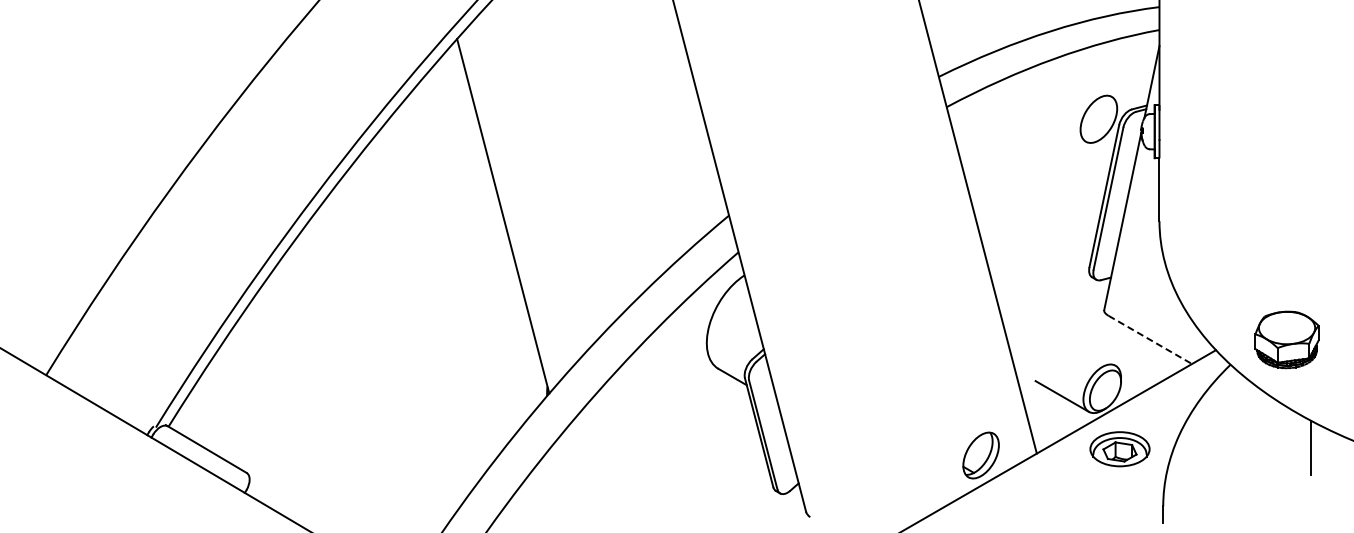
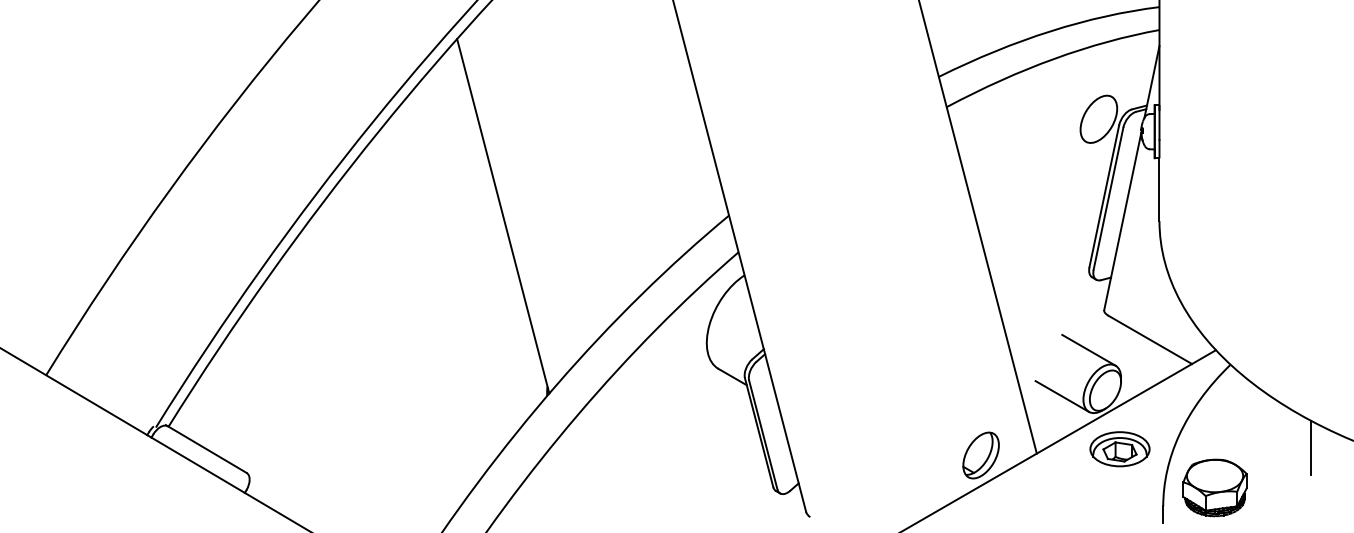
part at (1286, 339) position: (1286, 339) -> (1214, 487)
line at (1150, 340): dashed -> solid
line at (1088, 349): none -> present
